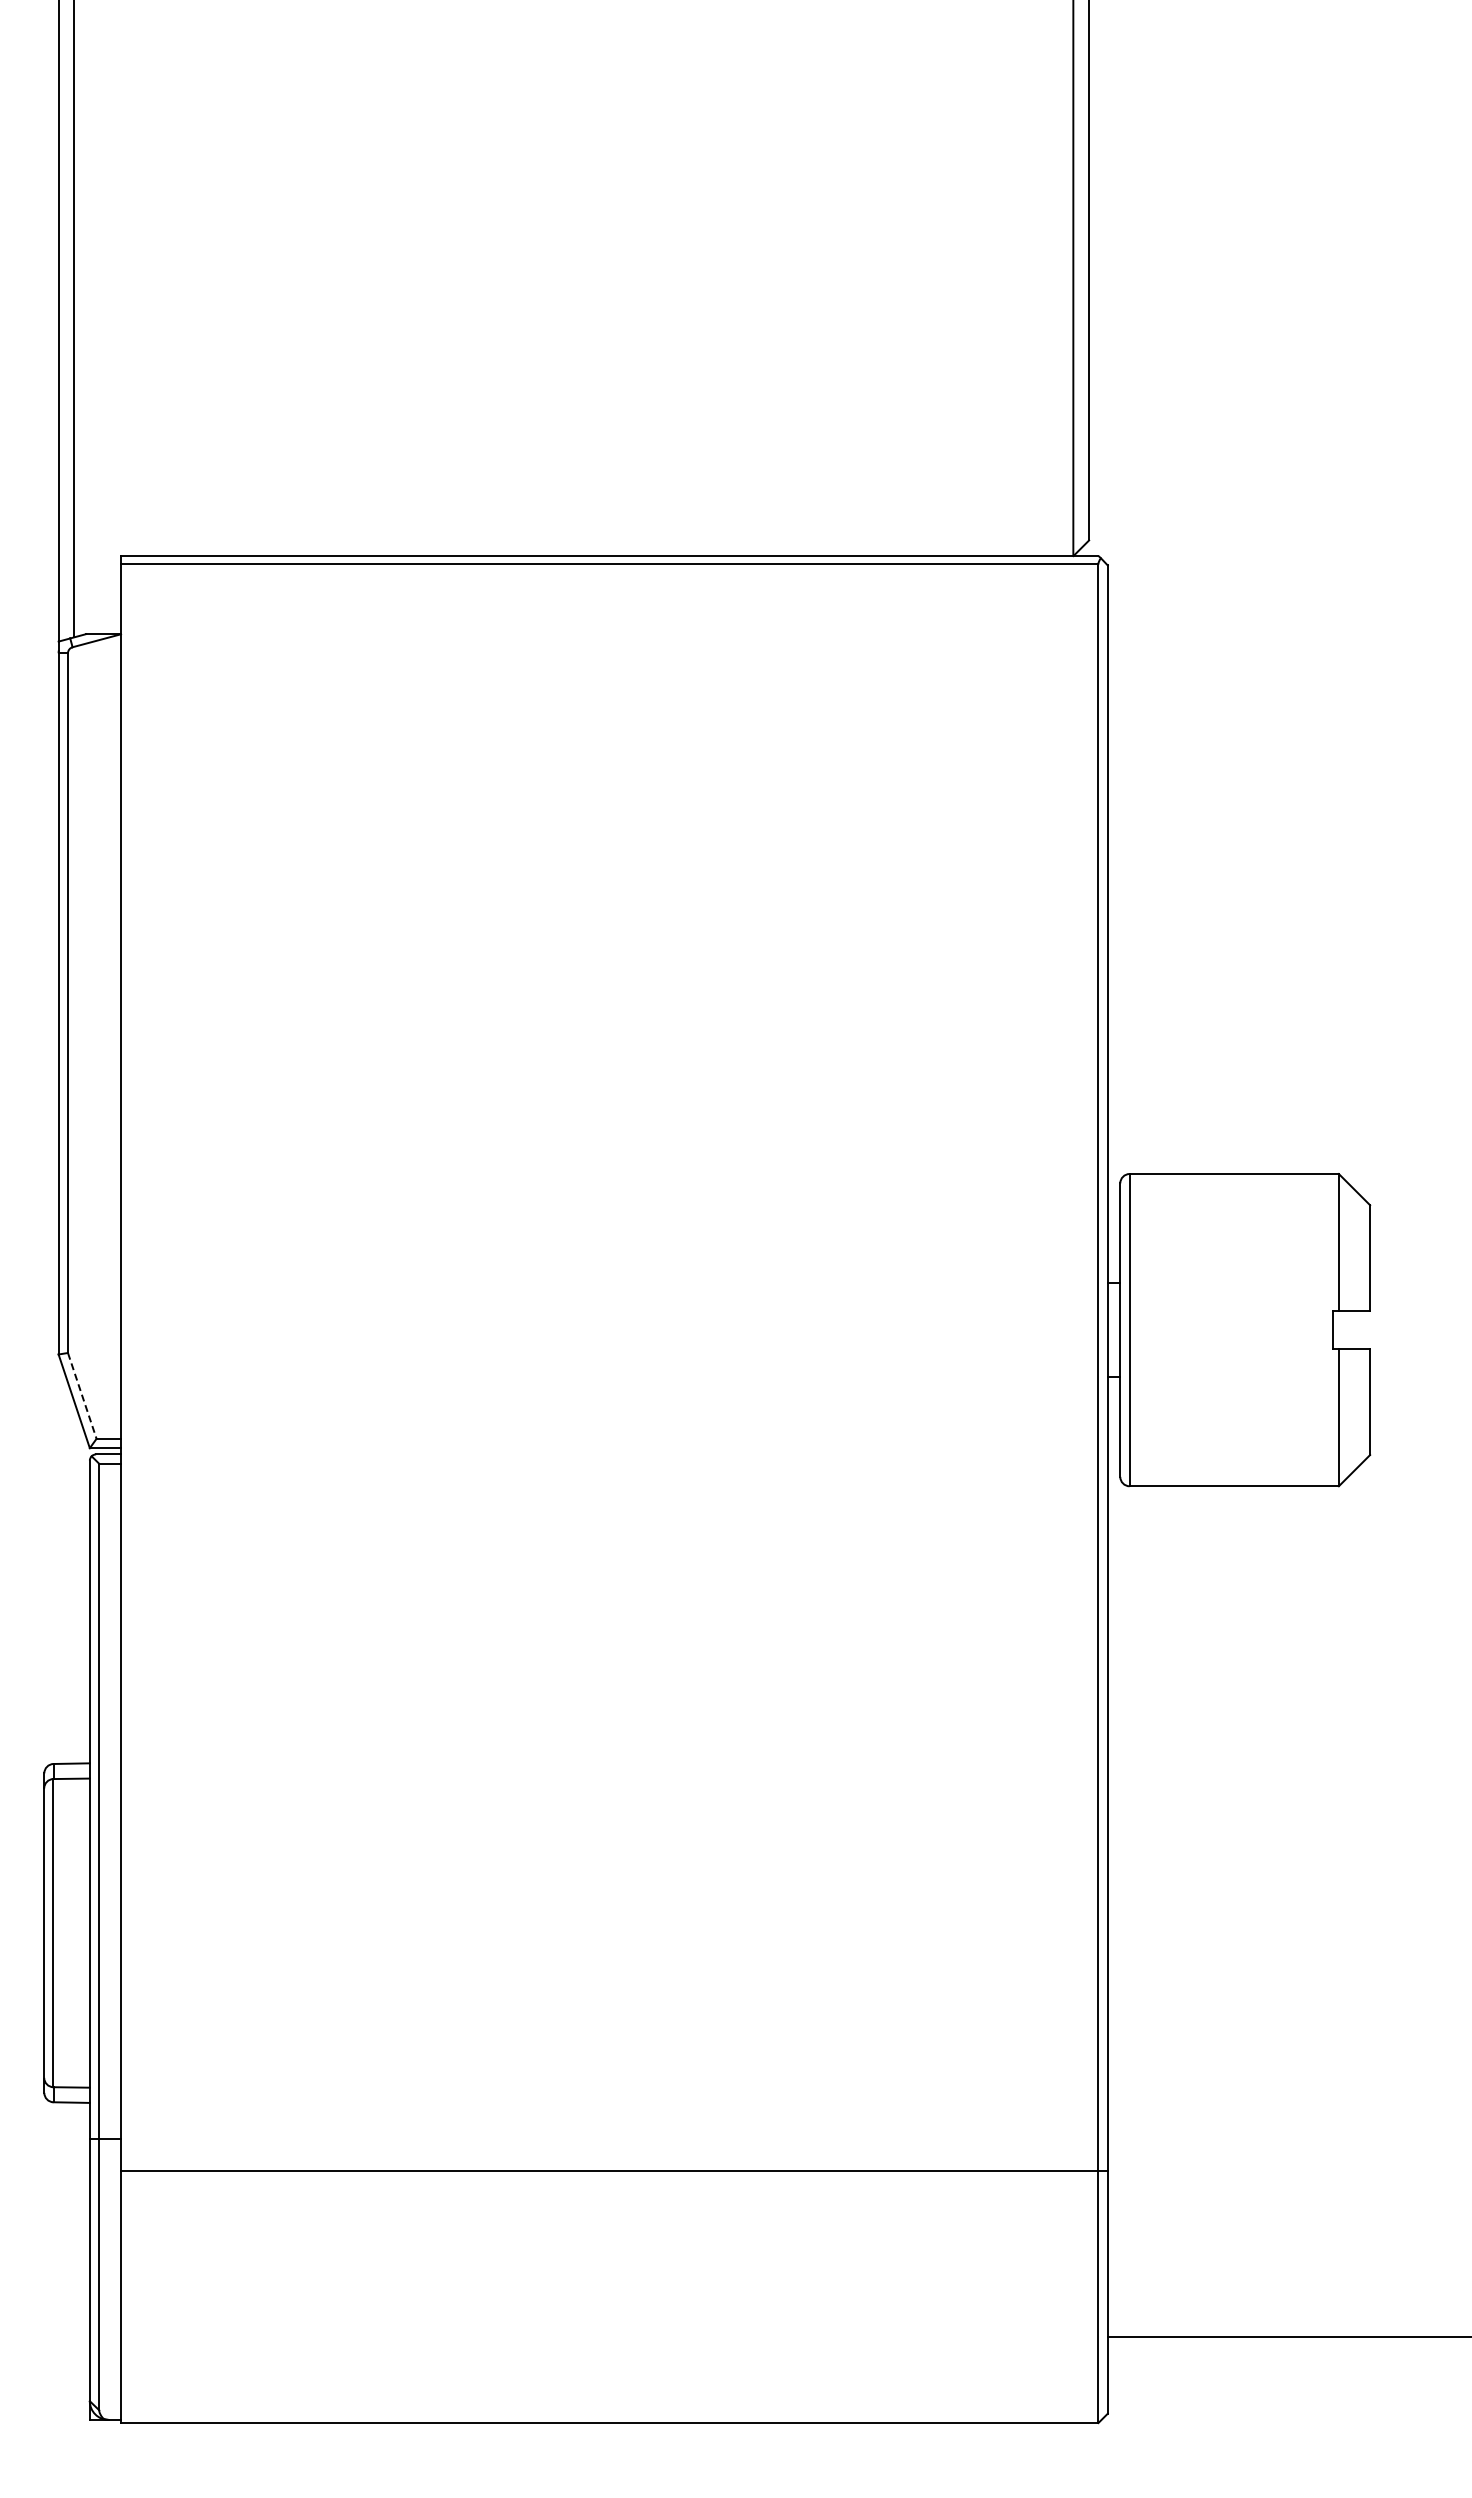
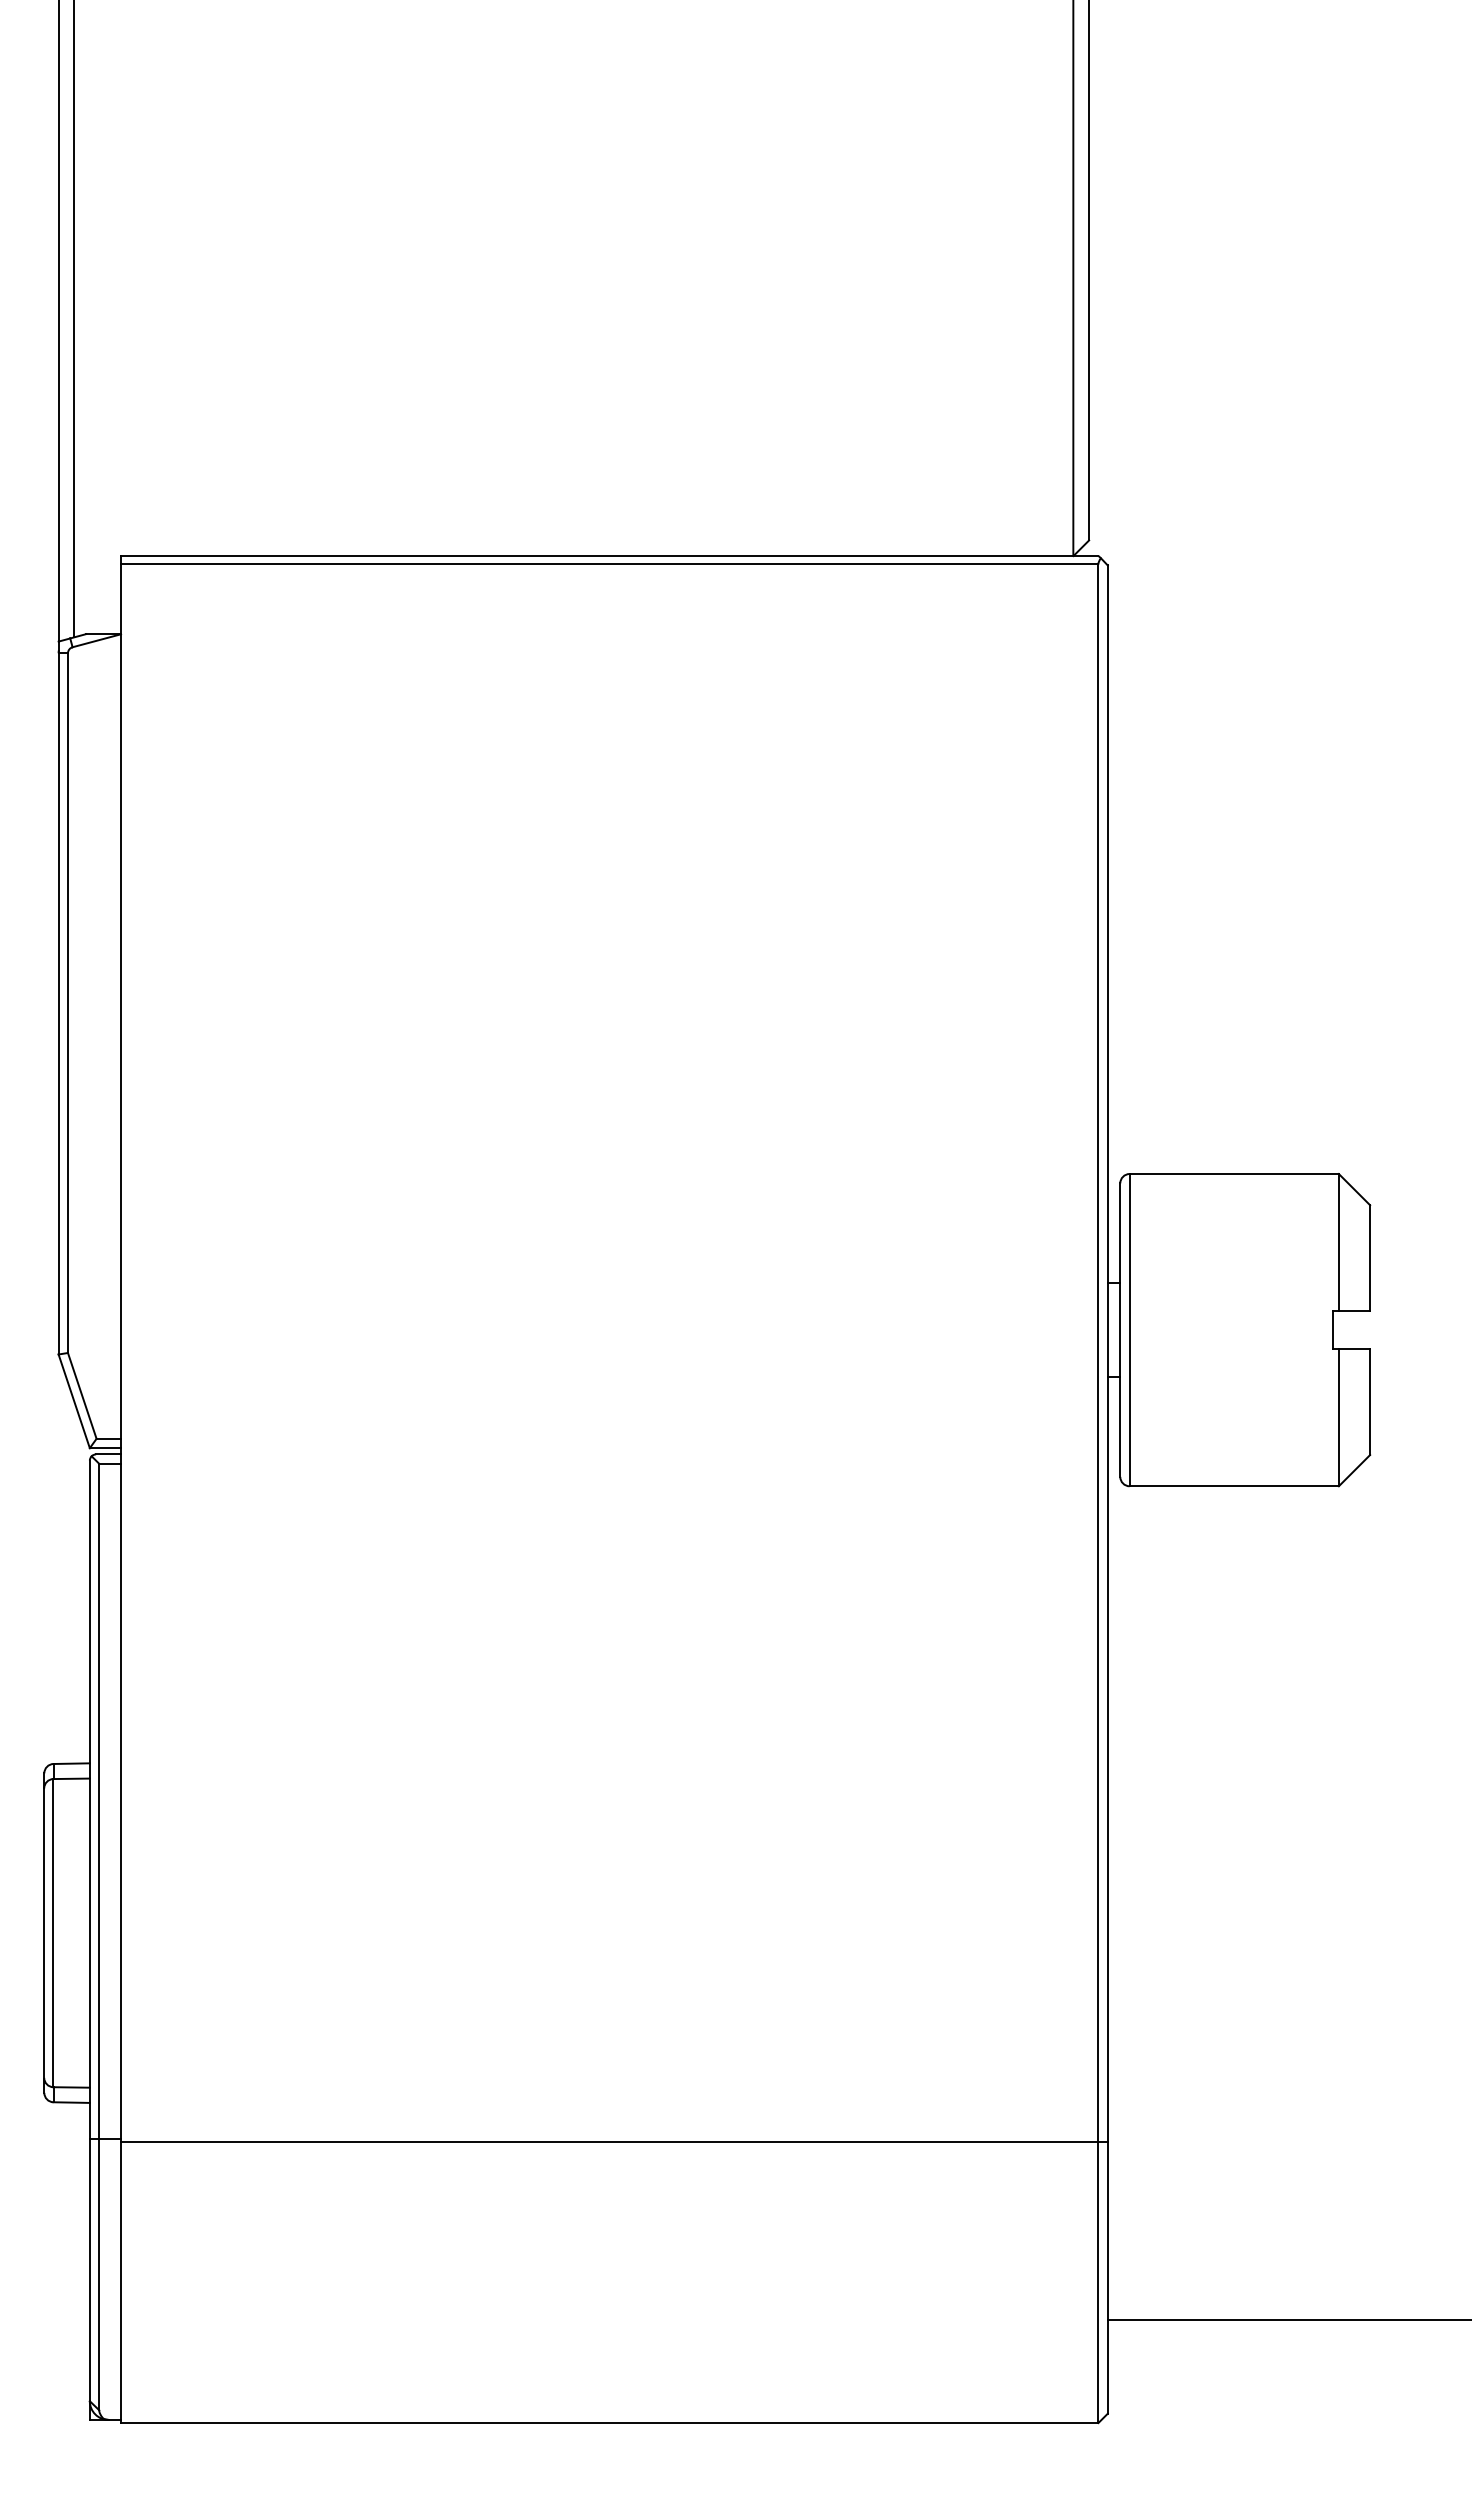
line at (82, 1396): dashed -> solid
line at (614, 2171) position: (614, 2171) -> (614, 2142)
line at (1287, 2337) position: (1287, 2337) -> (1287, 2320)
